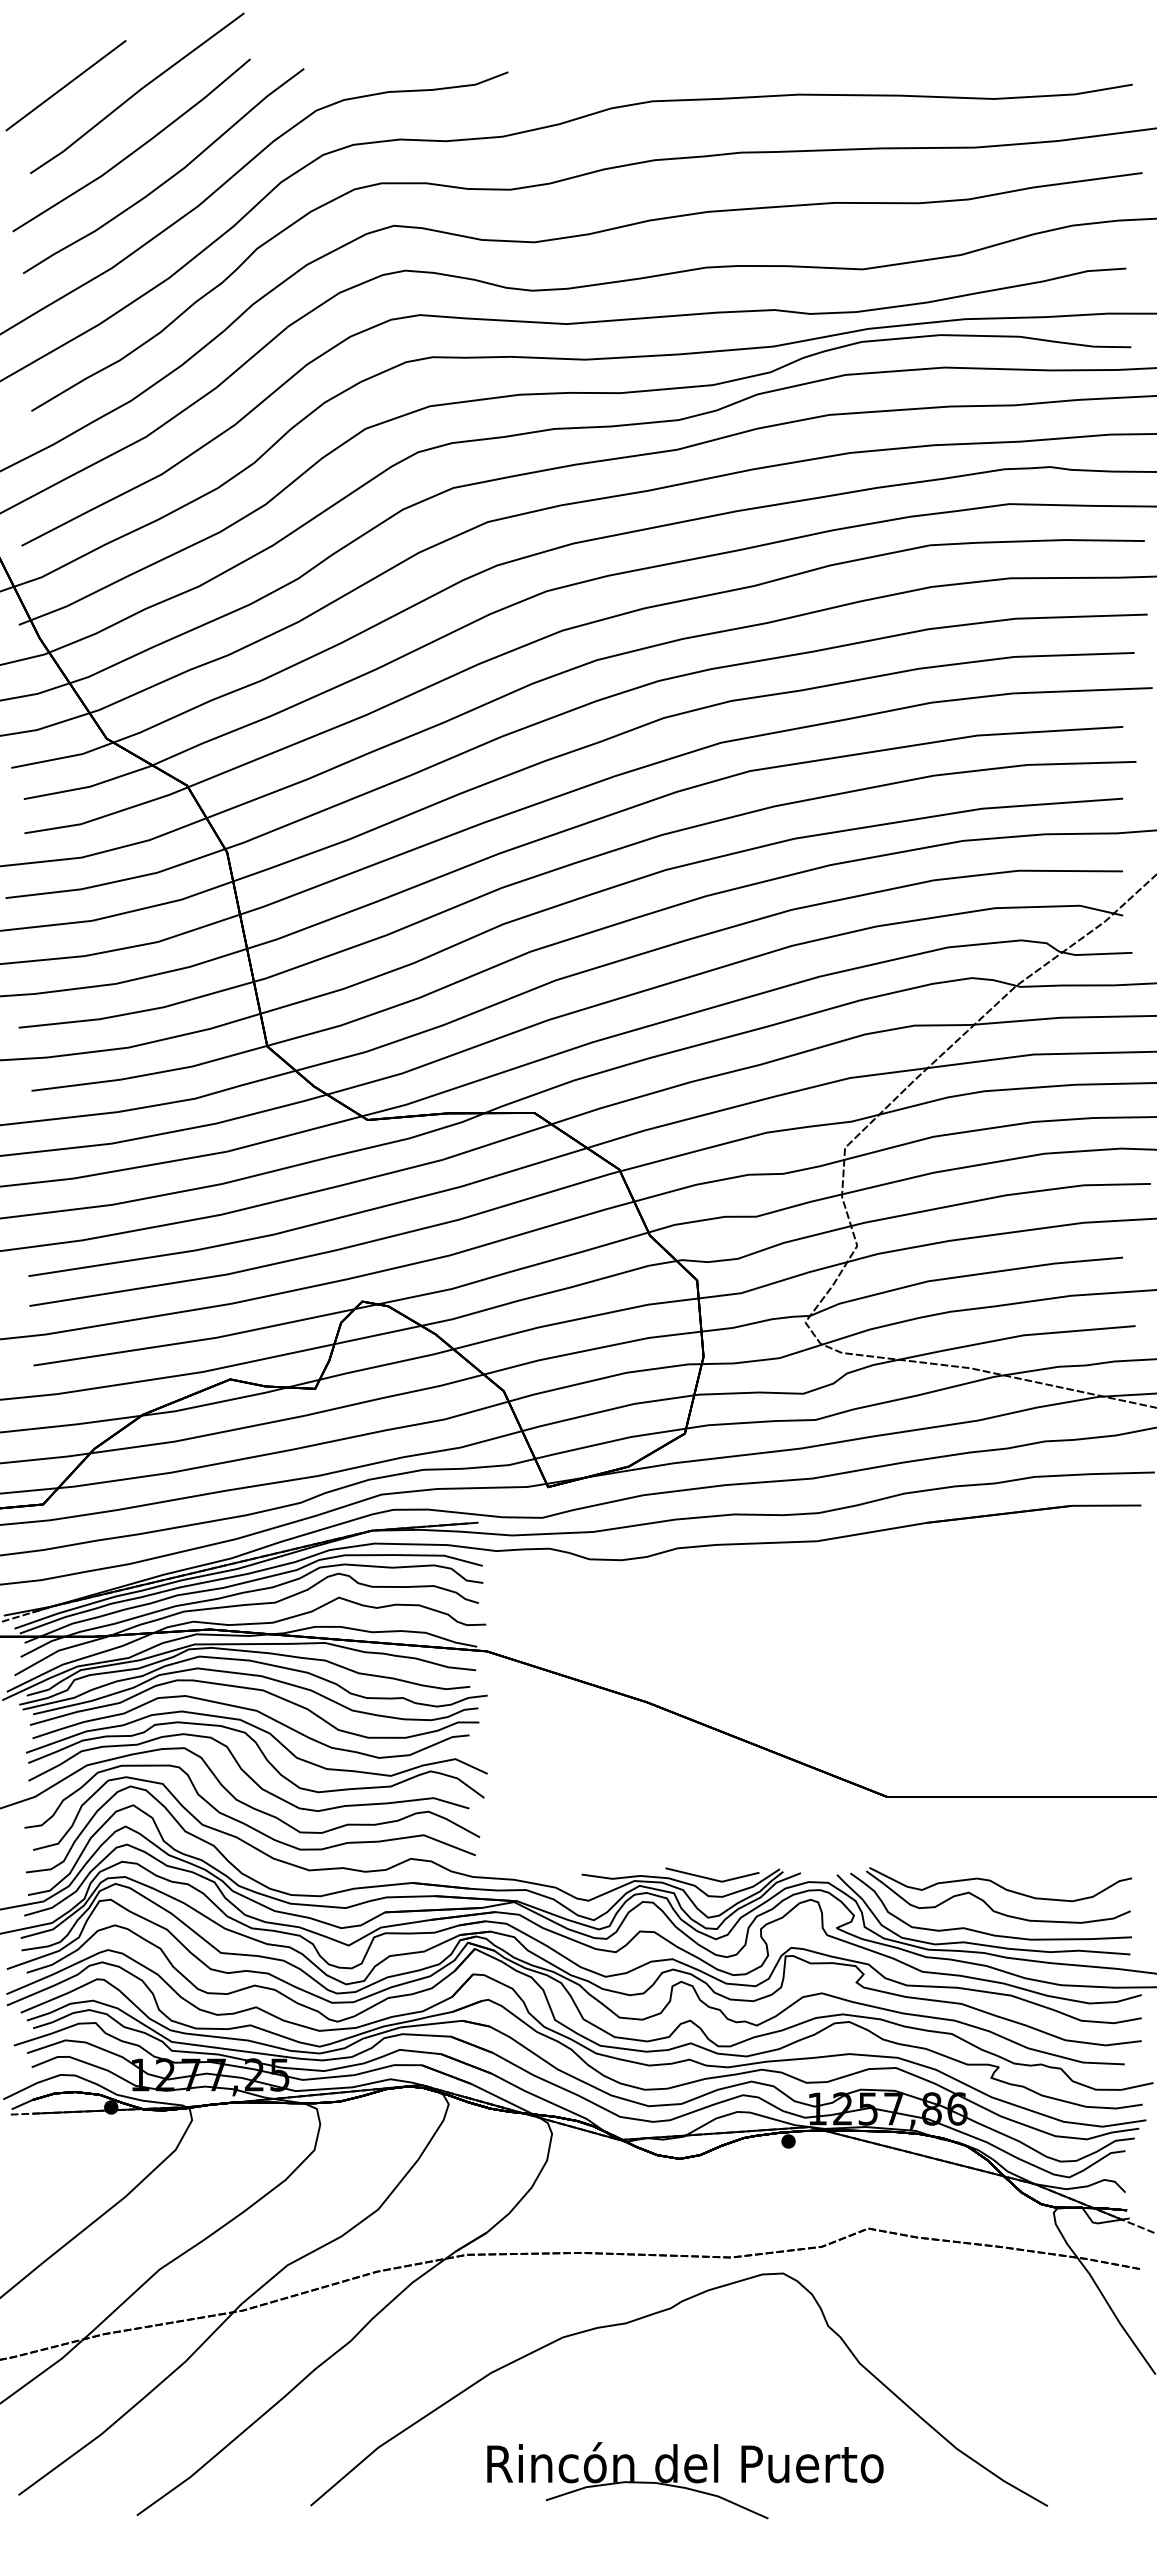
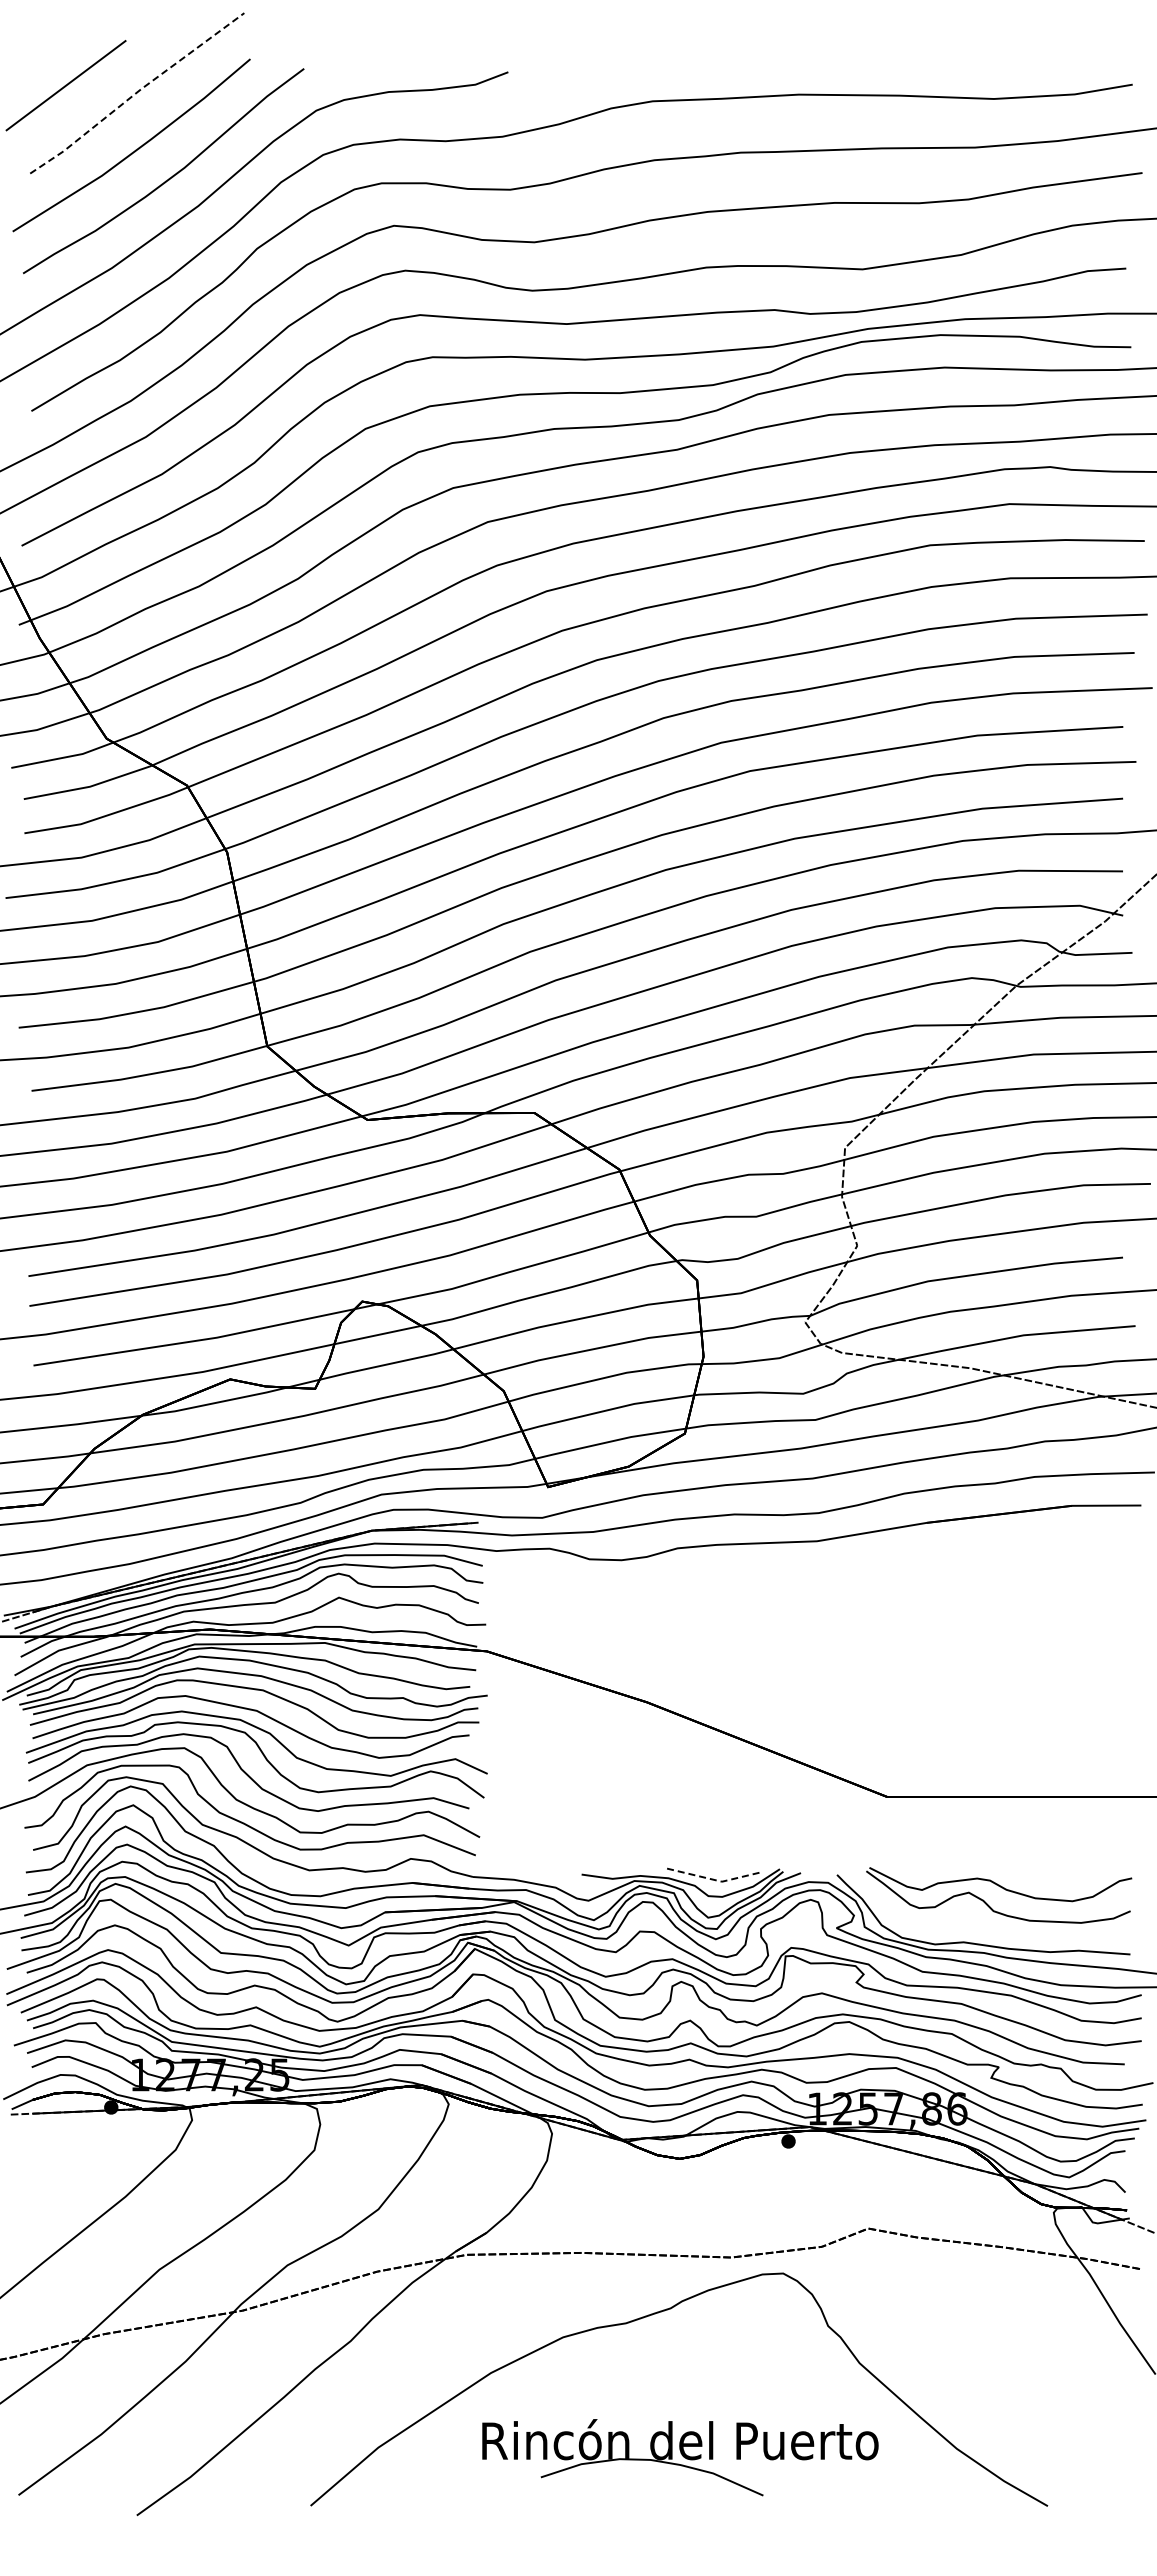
line at (137, 92): solid -> dashed
line at (712, 1879): solid -> dashed
curve at (982, 1931): present -> none
part at (685, 2480) position: (685, 2480) -> (680, 2457)
